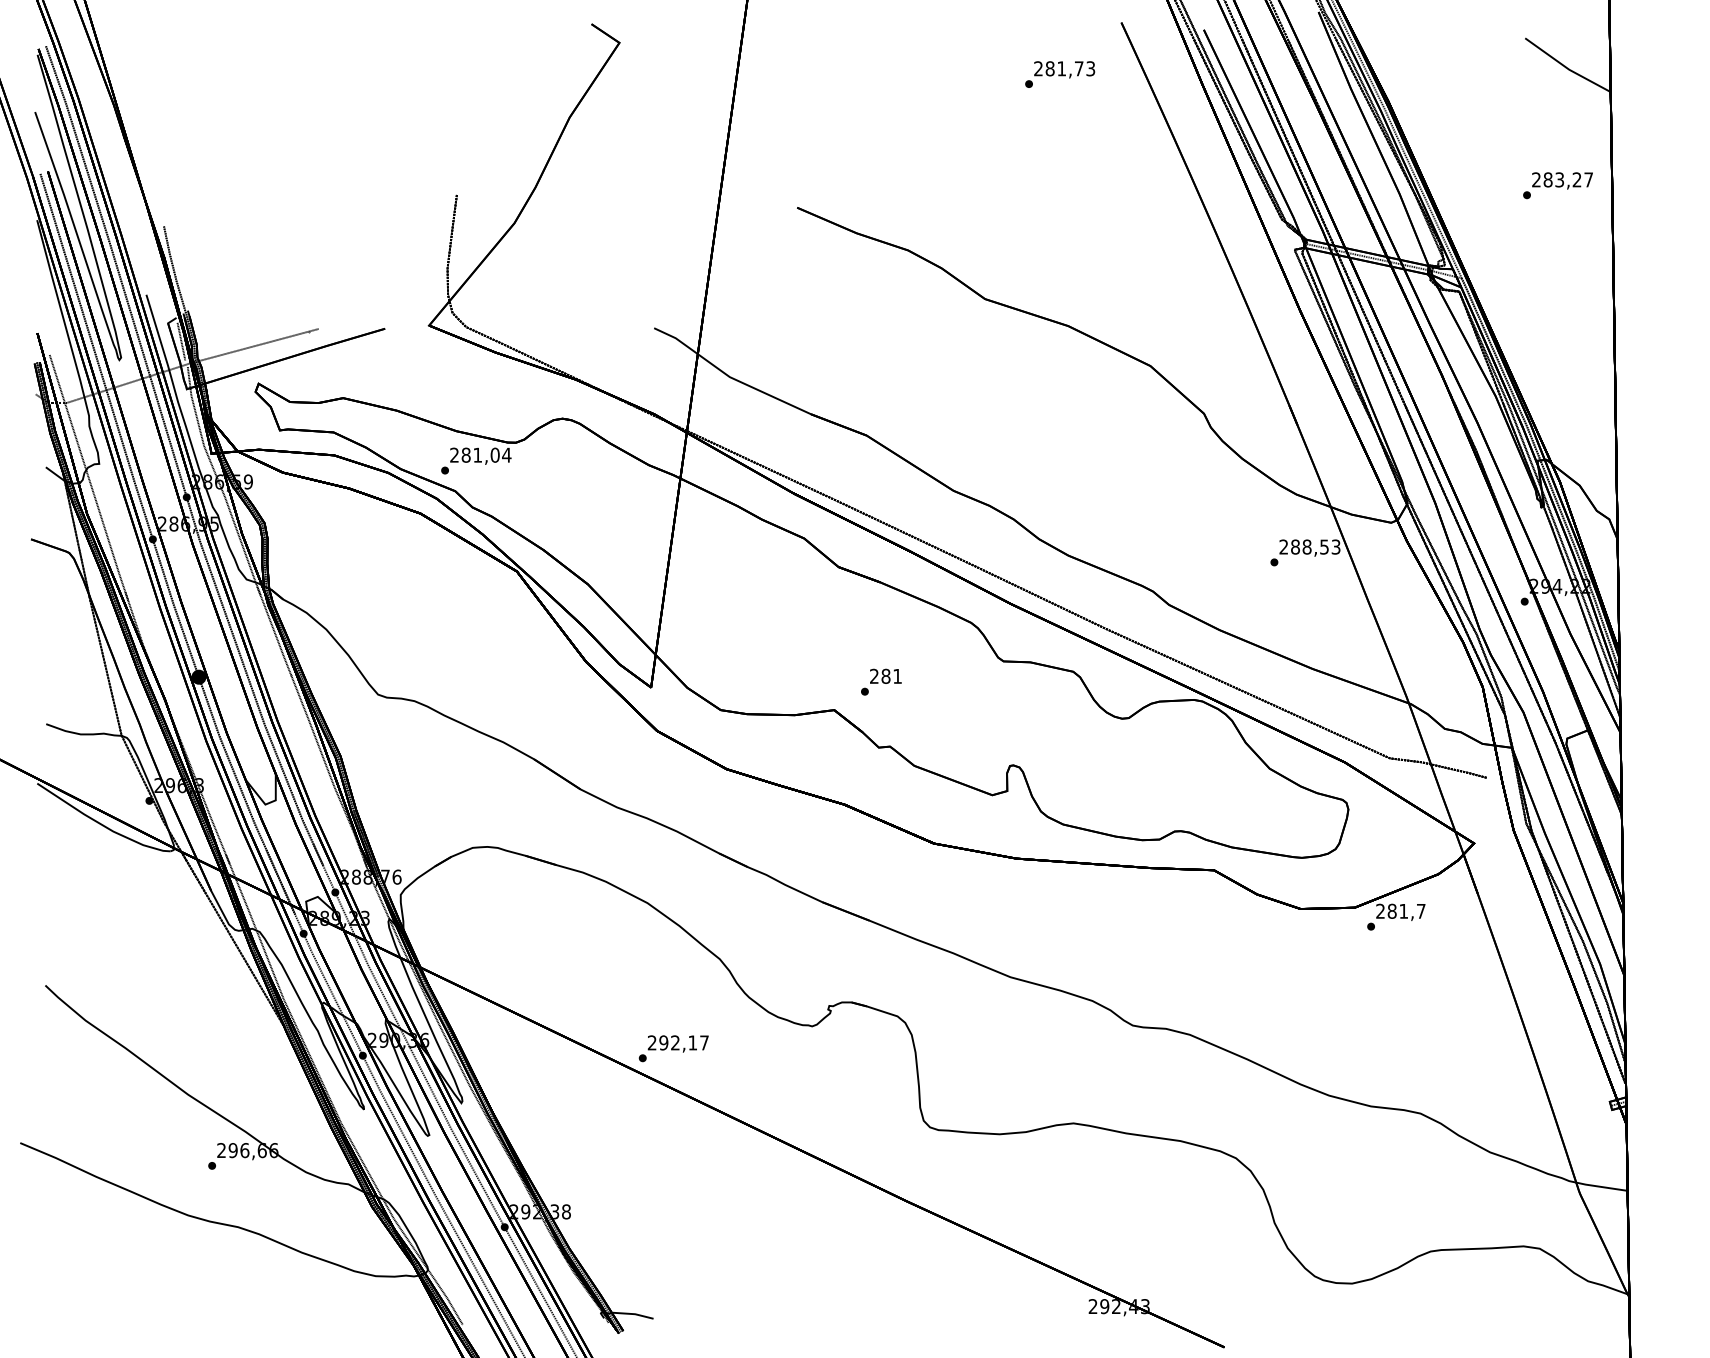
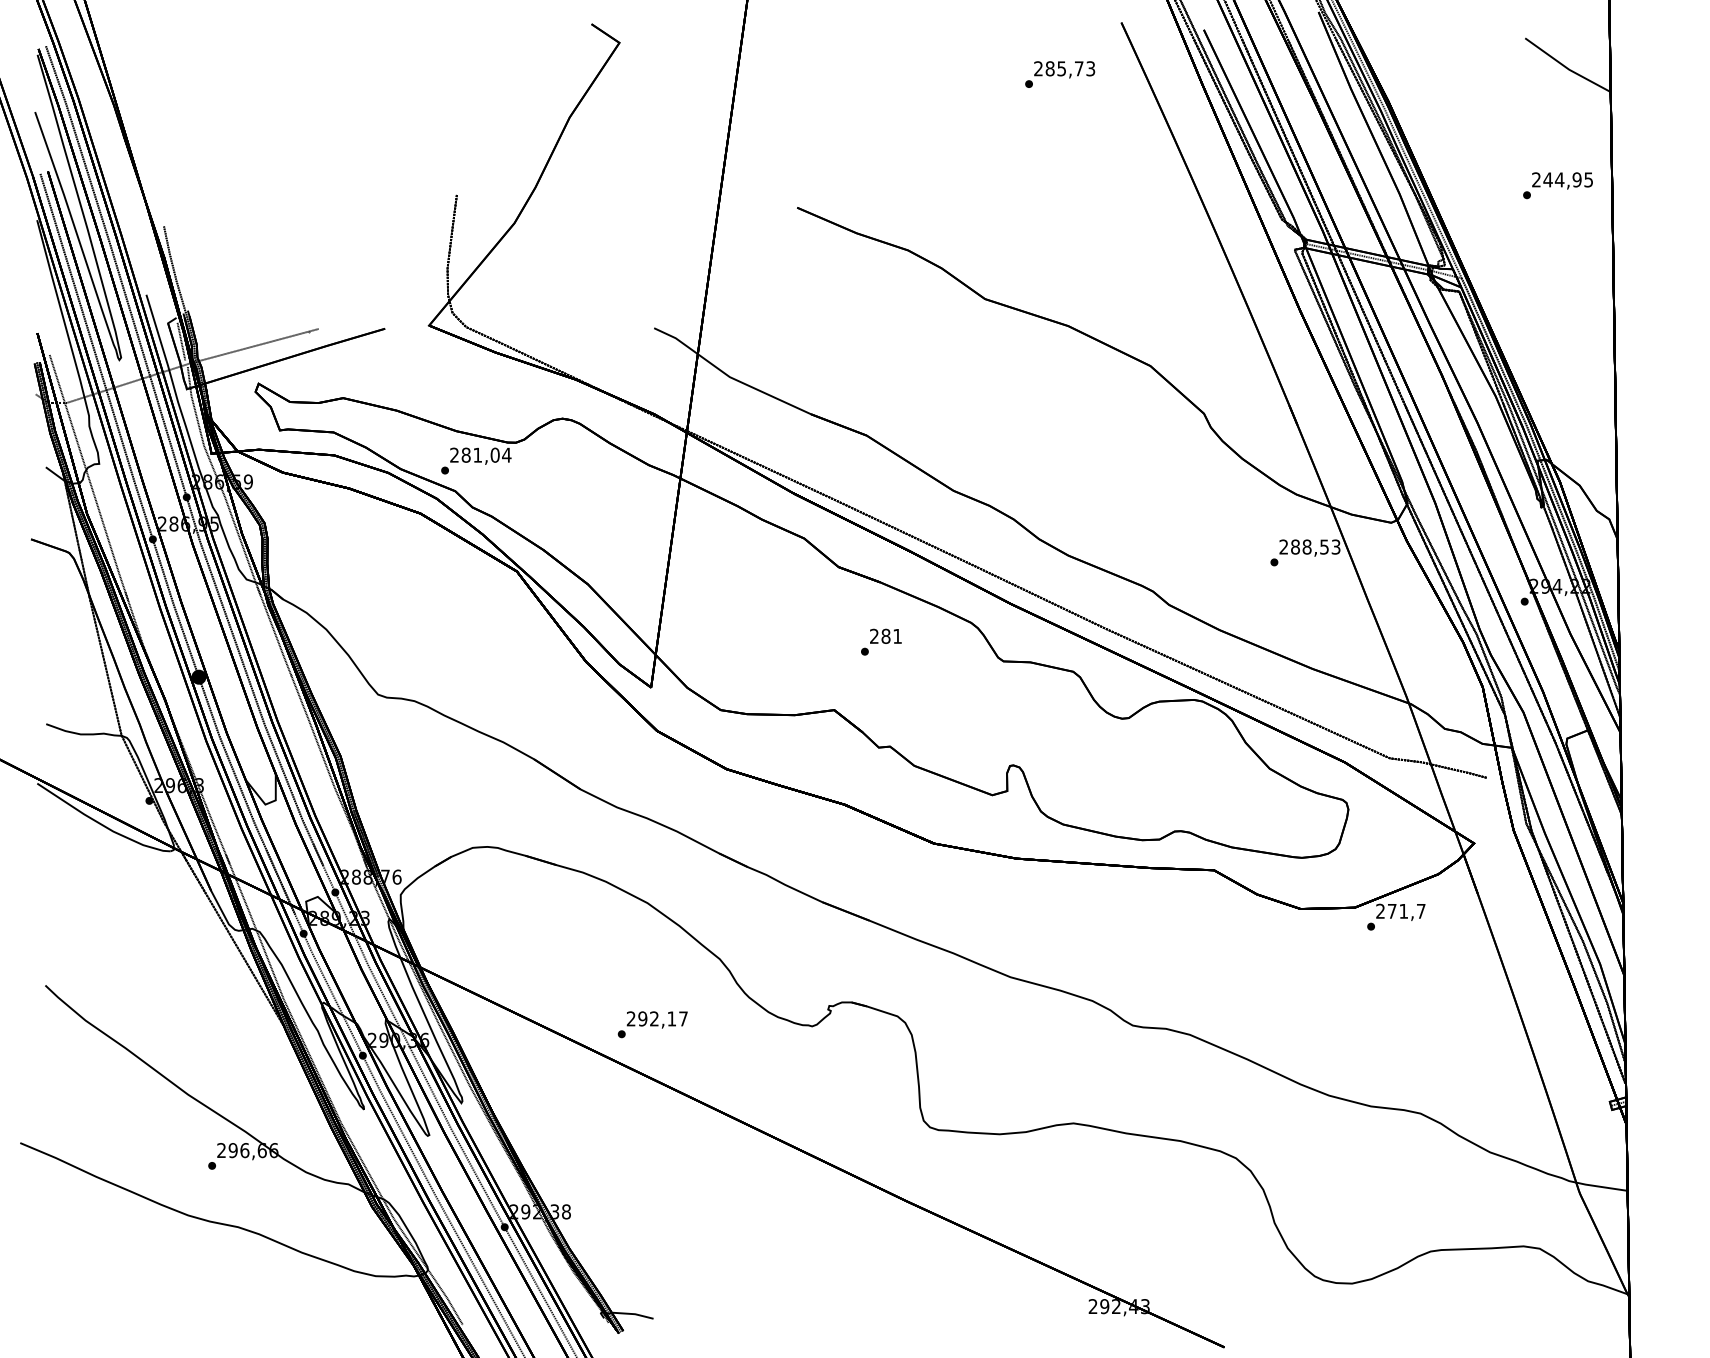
text at (1061, 68): 281,73 -> 285,73
text at (1567, 179): 283,27 -> 244,95
text at (881, 681) position: (881, 681) -> (881, 641)
text at (1391, 910): 281,7 -> 271,7
text at (673, 1048) position: (673, 1048) -> (652, 1024)
